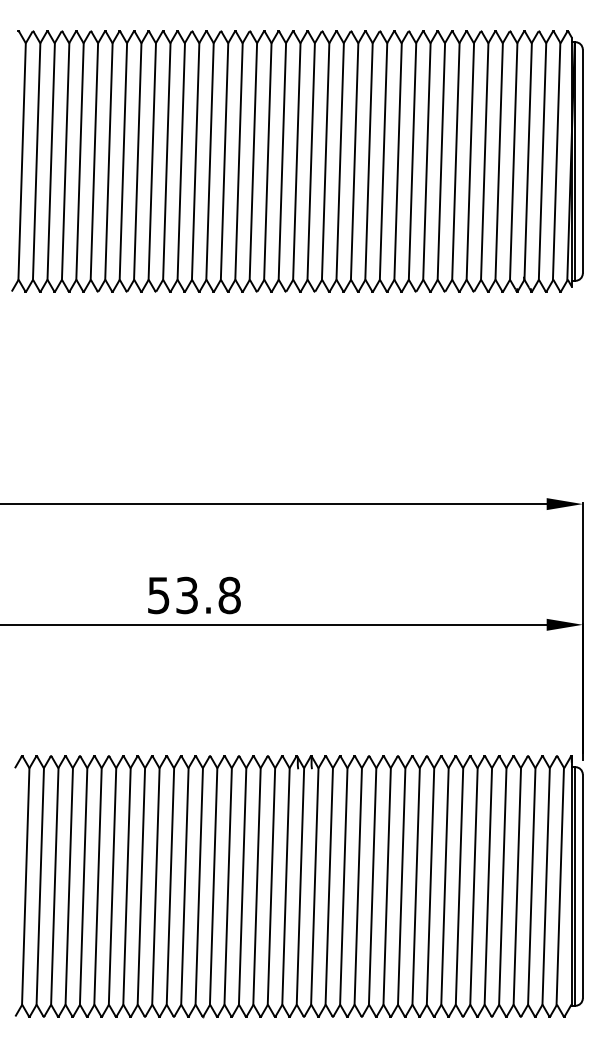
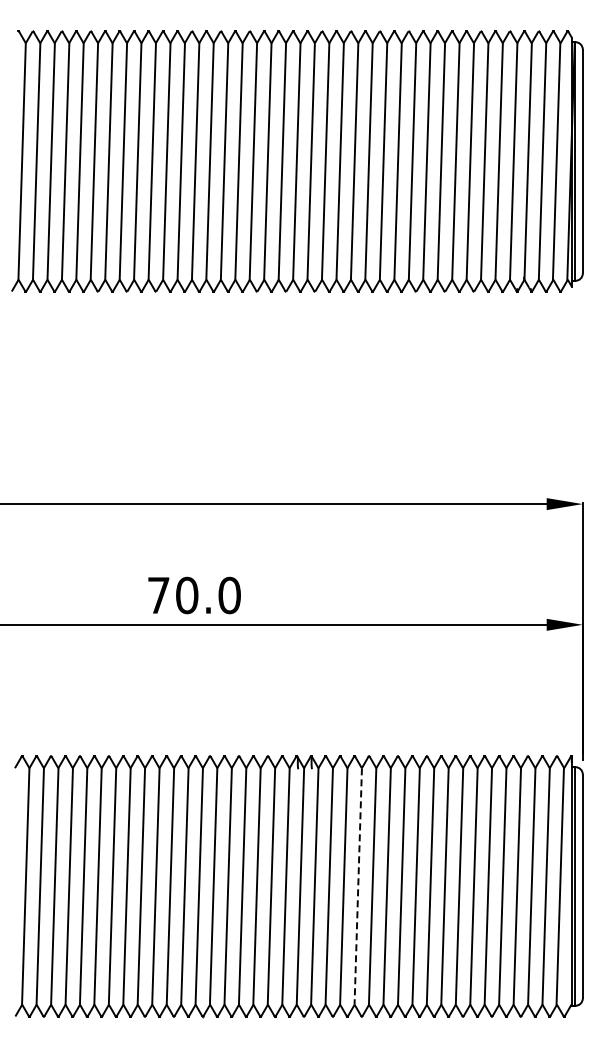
text at (194, 595): 53.8 -> 70.0
line at (358, 886): solid -> dashed
